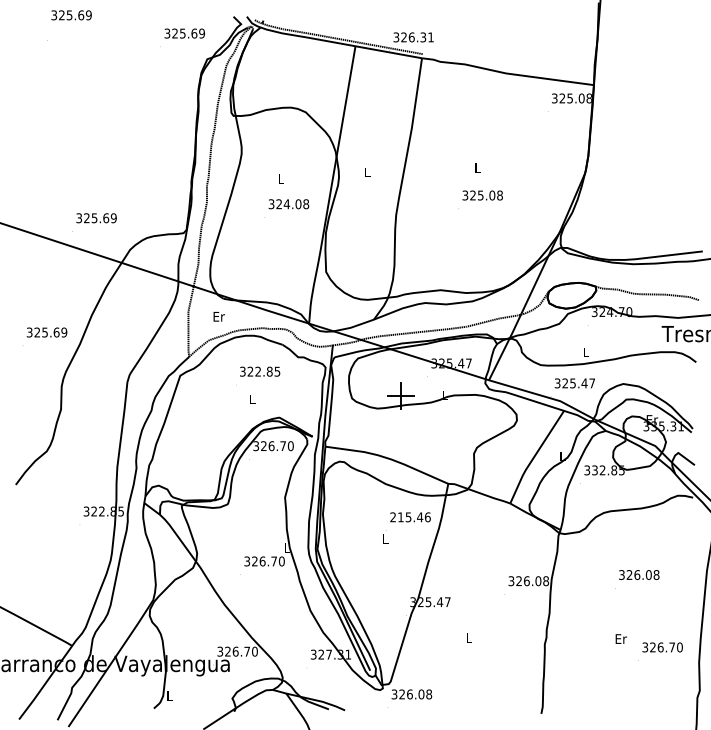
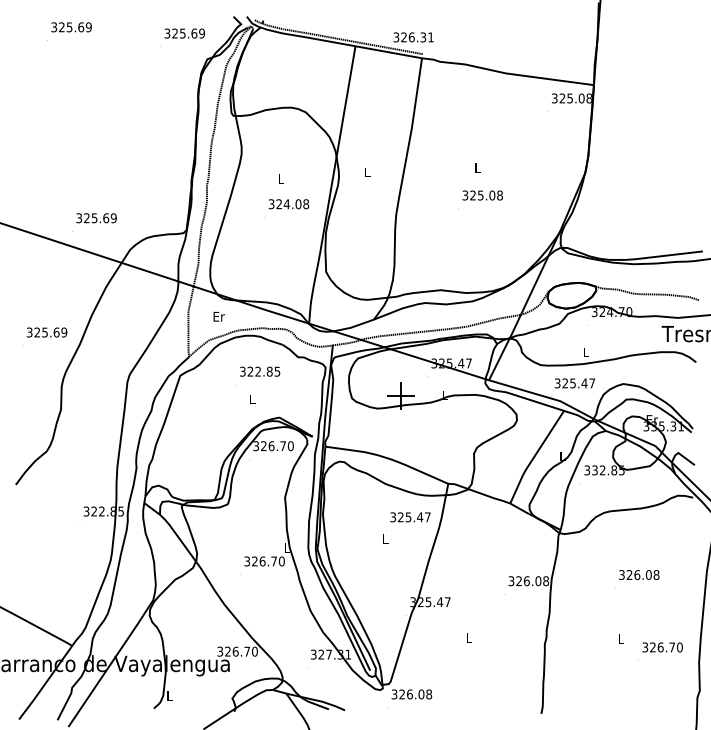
text at (71, 15) position: (71, 15) -> (71, 27)
text at (410, 517): 215.46 -> 325.47
text at (621, 638): Er -> L
